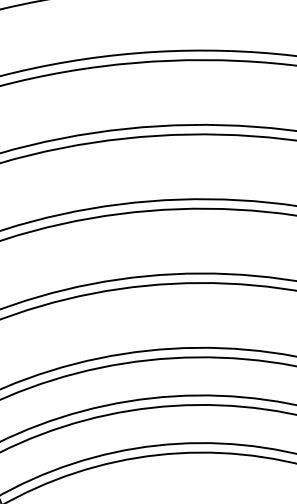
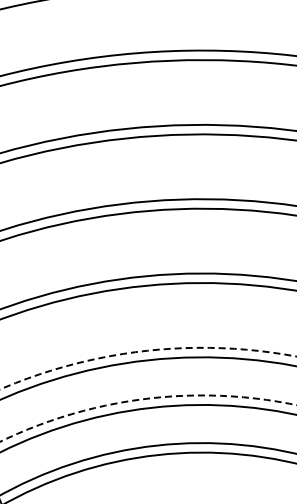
arc at (146, 350): solid -> dashed
arc at (145, 398): solid -> dashed
